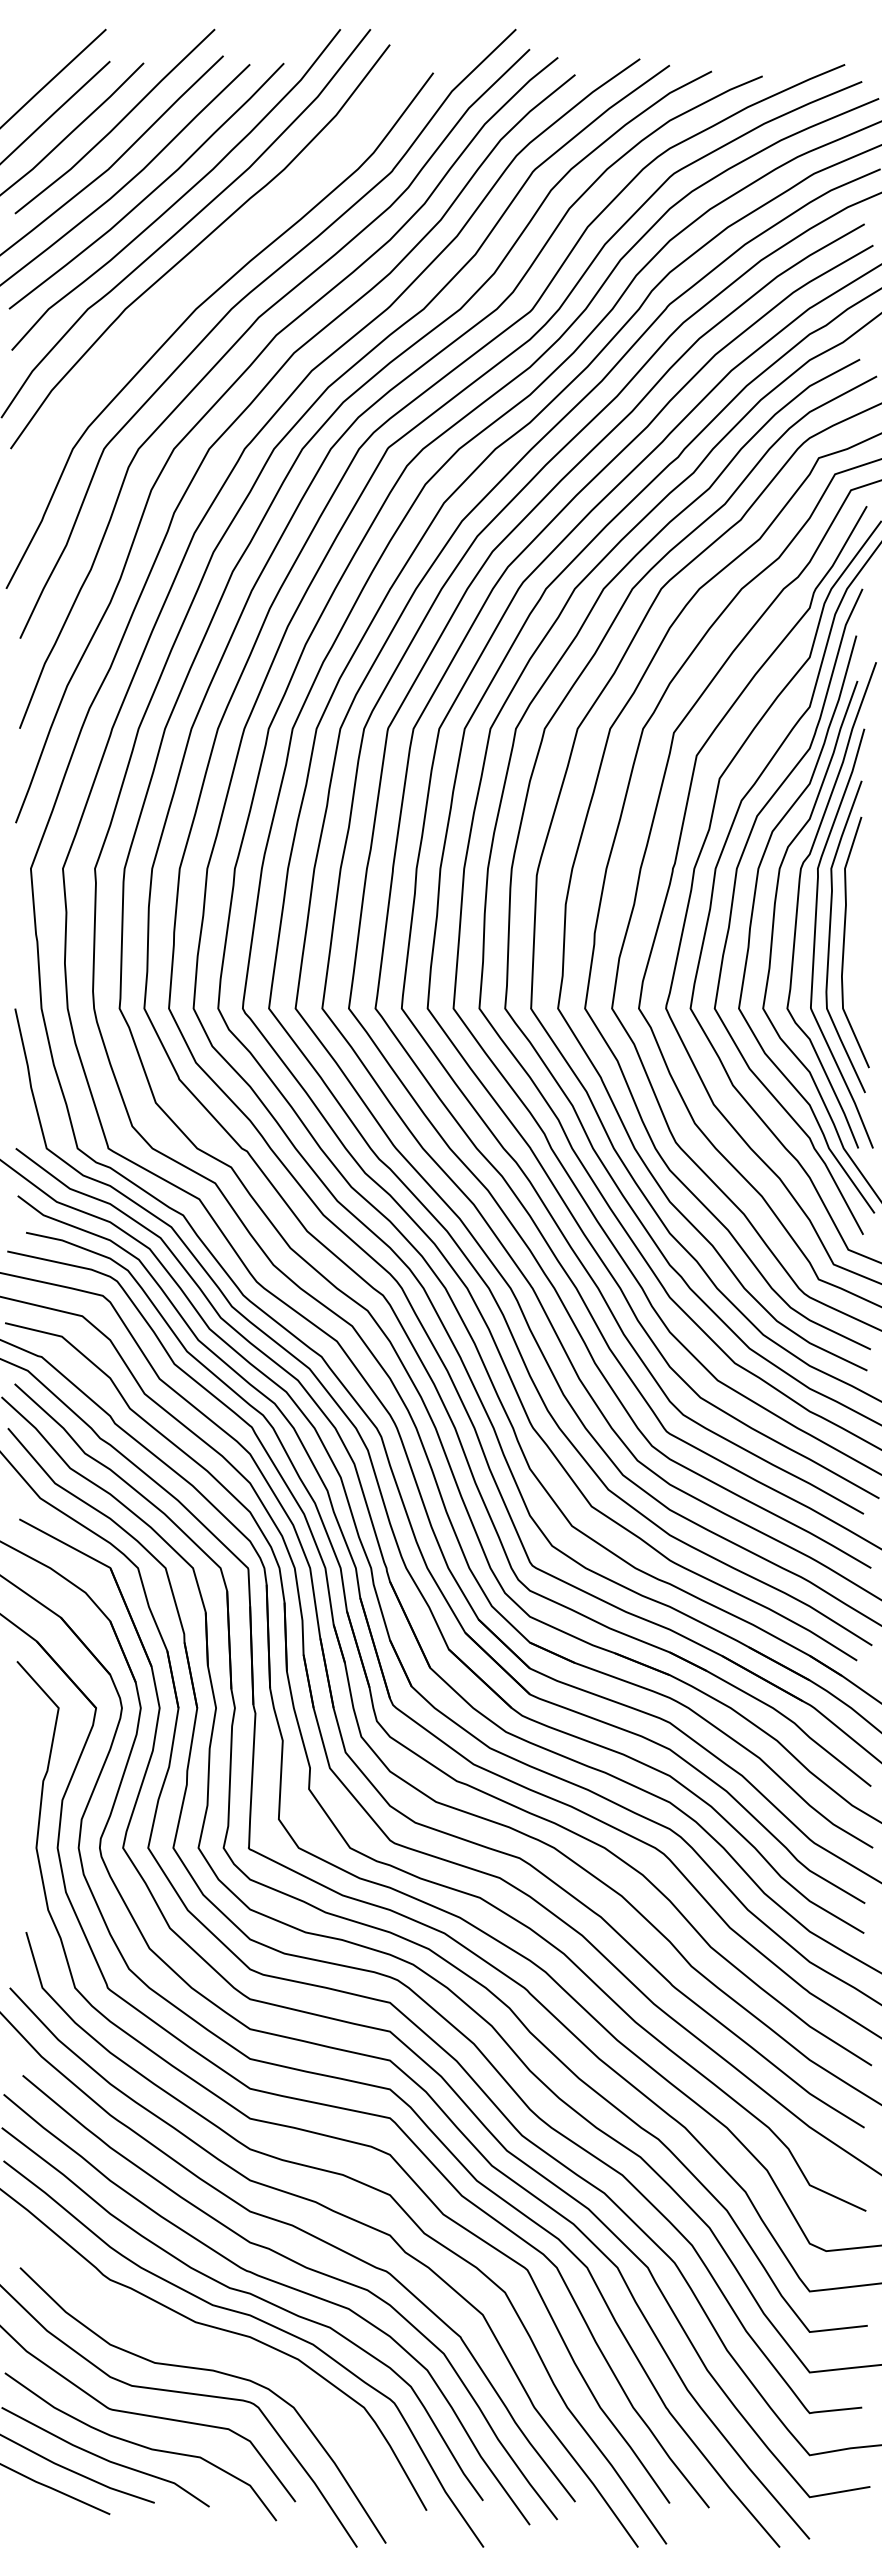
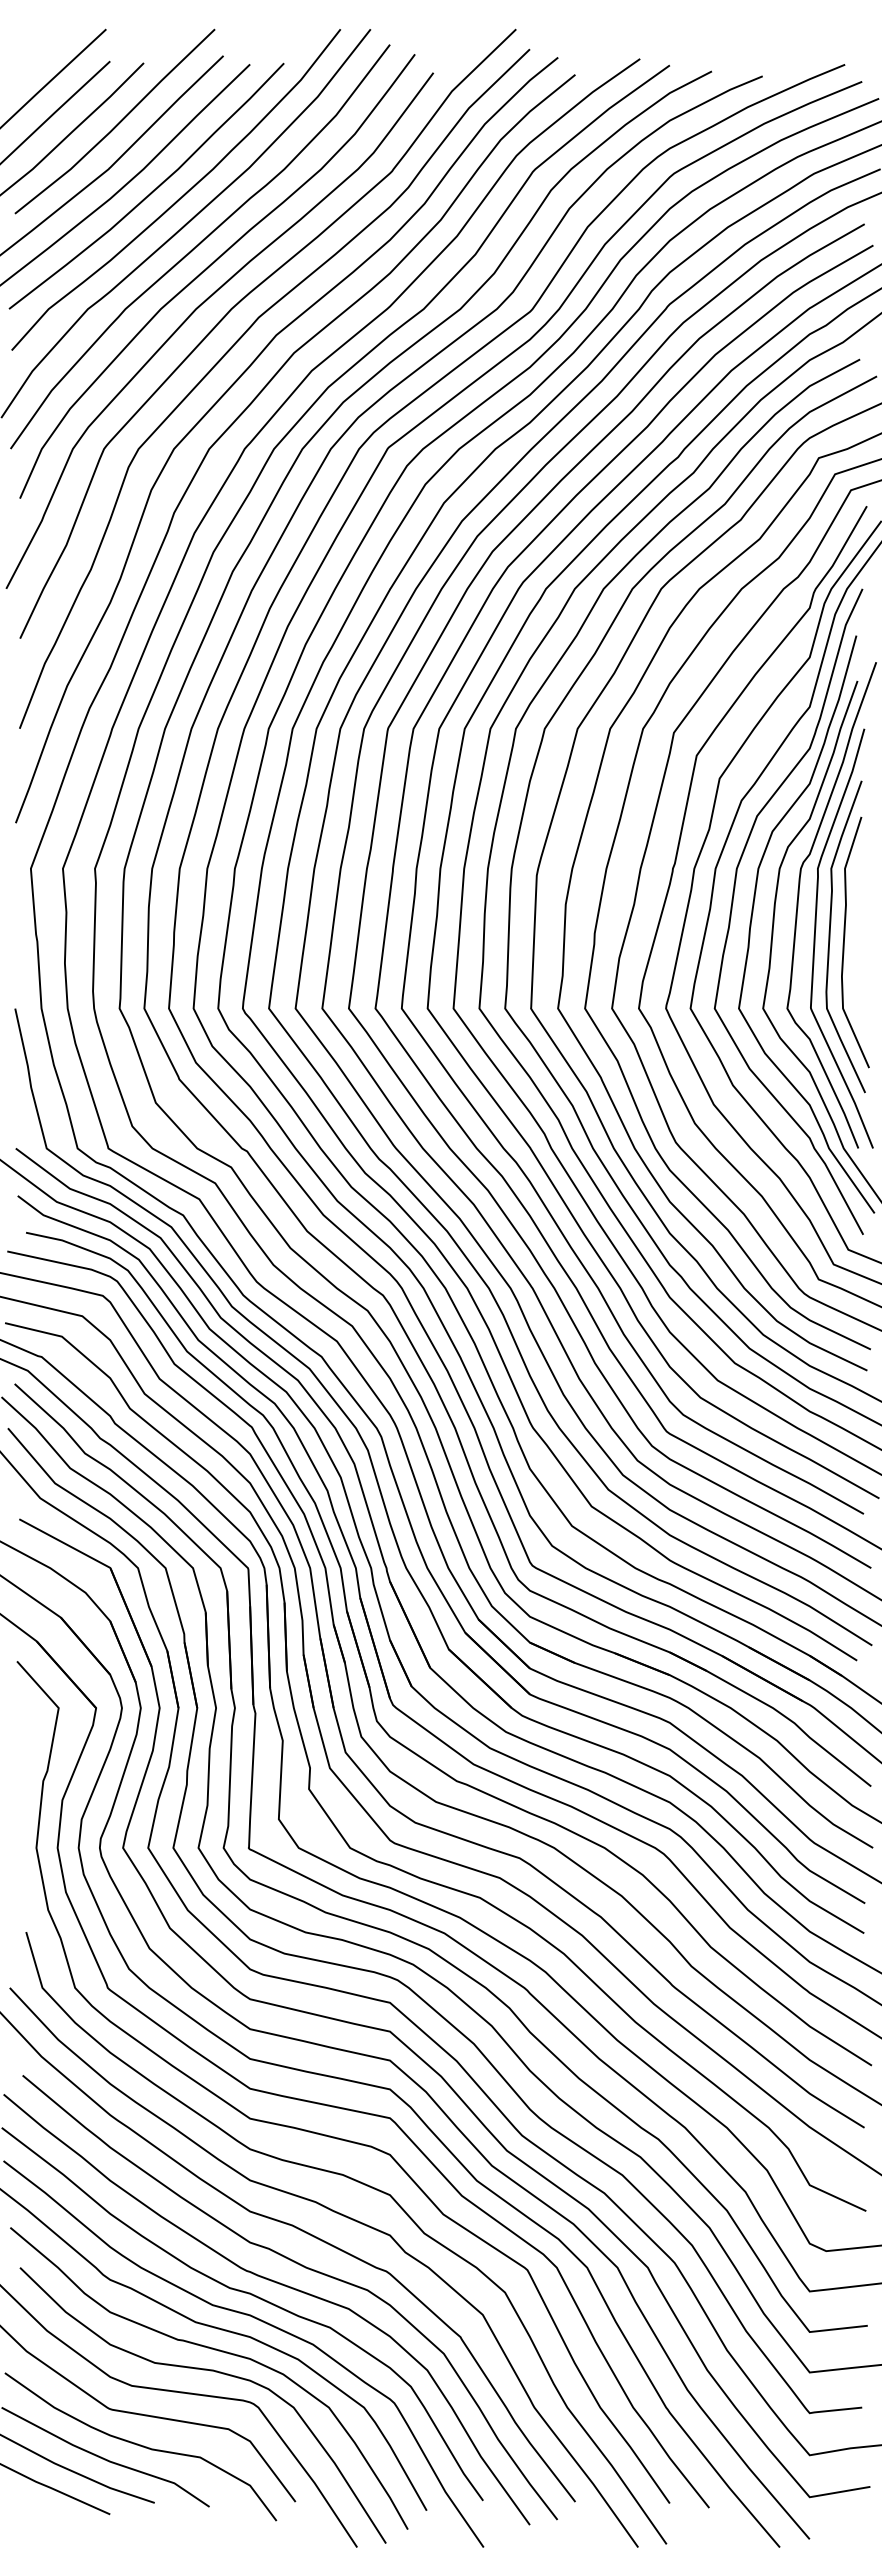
curve at (209, 267): none -> present
curve at (214, 2350): none -> present
